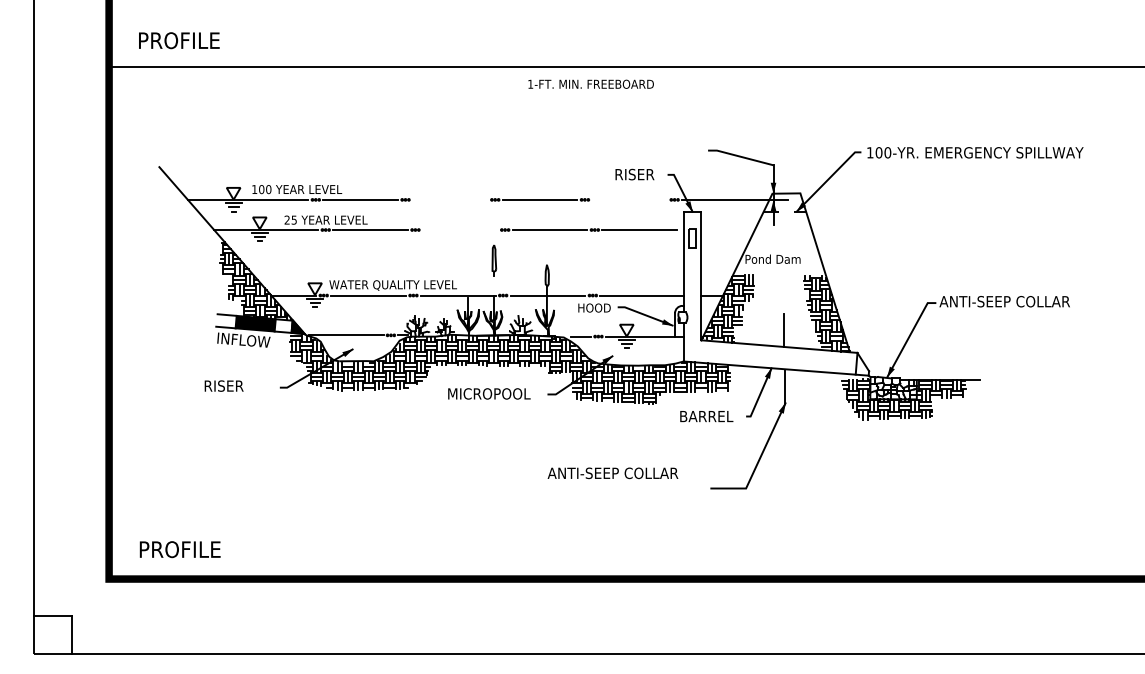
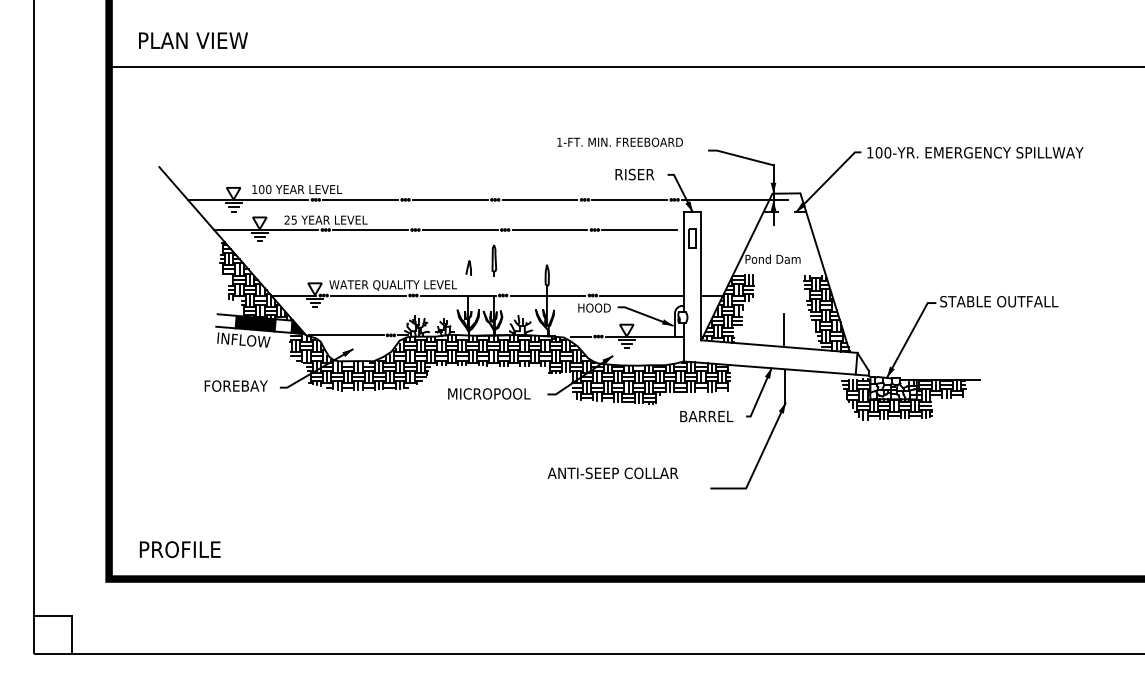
text at (200, 40): PROFILE -> PLAN VIEW
text at (590, 83) position: (590, 83) -> (619, 141)
line at (449, 199): none -> present
line at (629, 199): none -> present
line at (459, 230): none -> present
curve at (468, 267): none -> present
text at (1004, 301): ANTI-SEEP COLLAR -> STABLE OUTFALL
text at (236, 385): RISER -> FOREBAY
